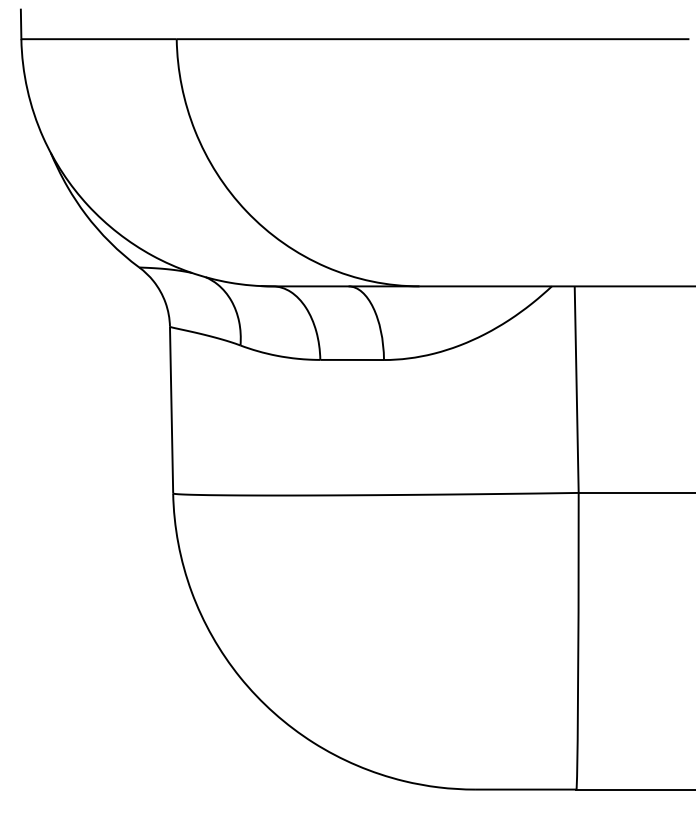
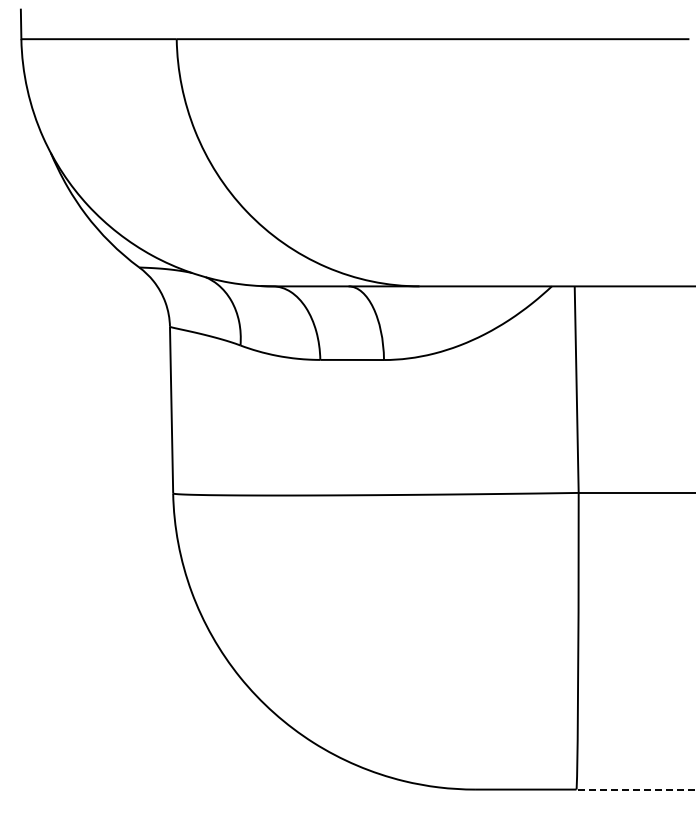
line at (635, 789): solid -> dashed
